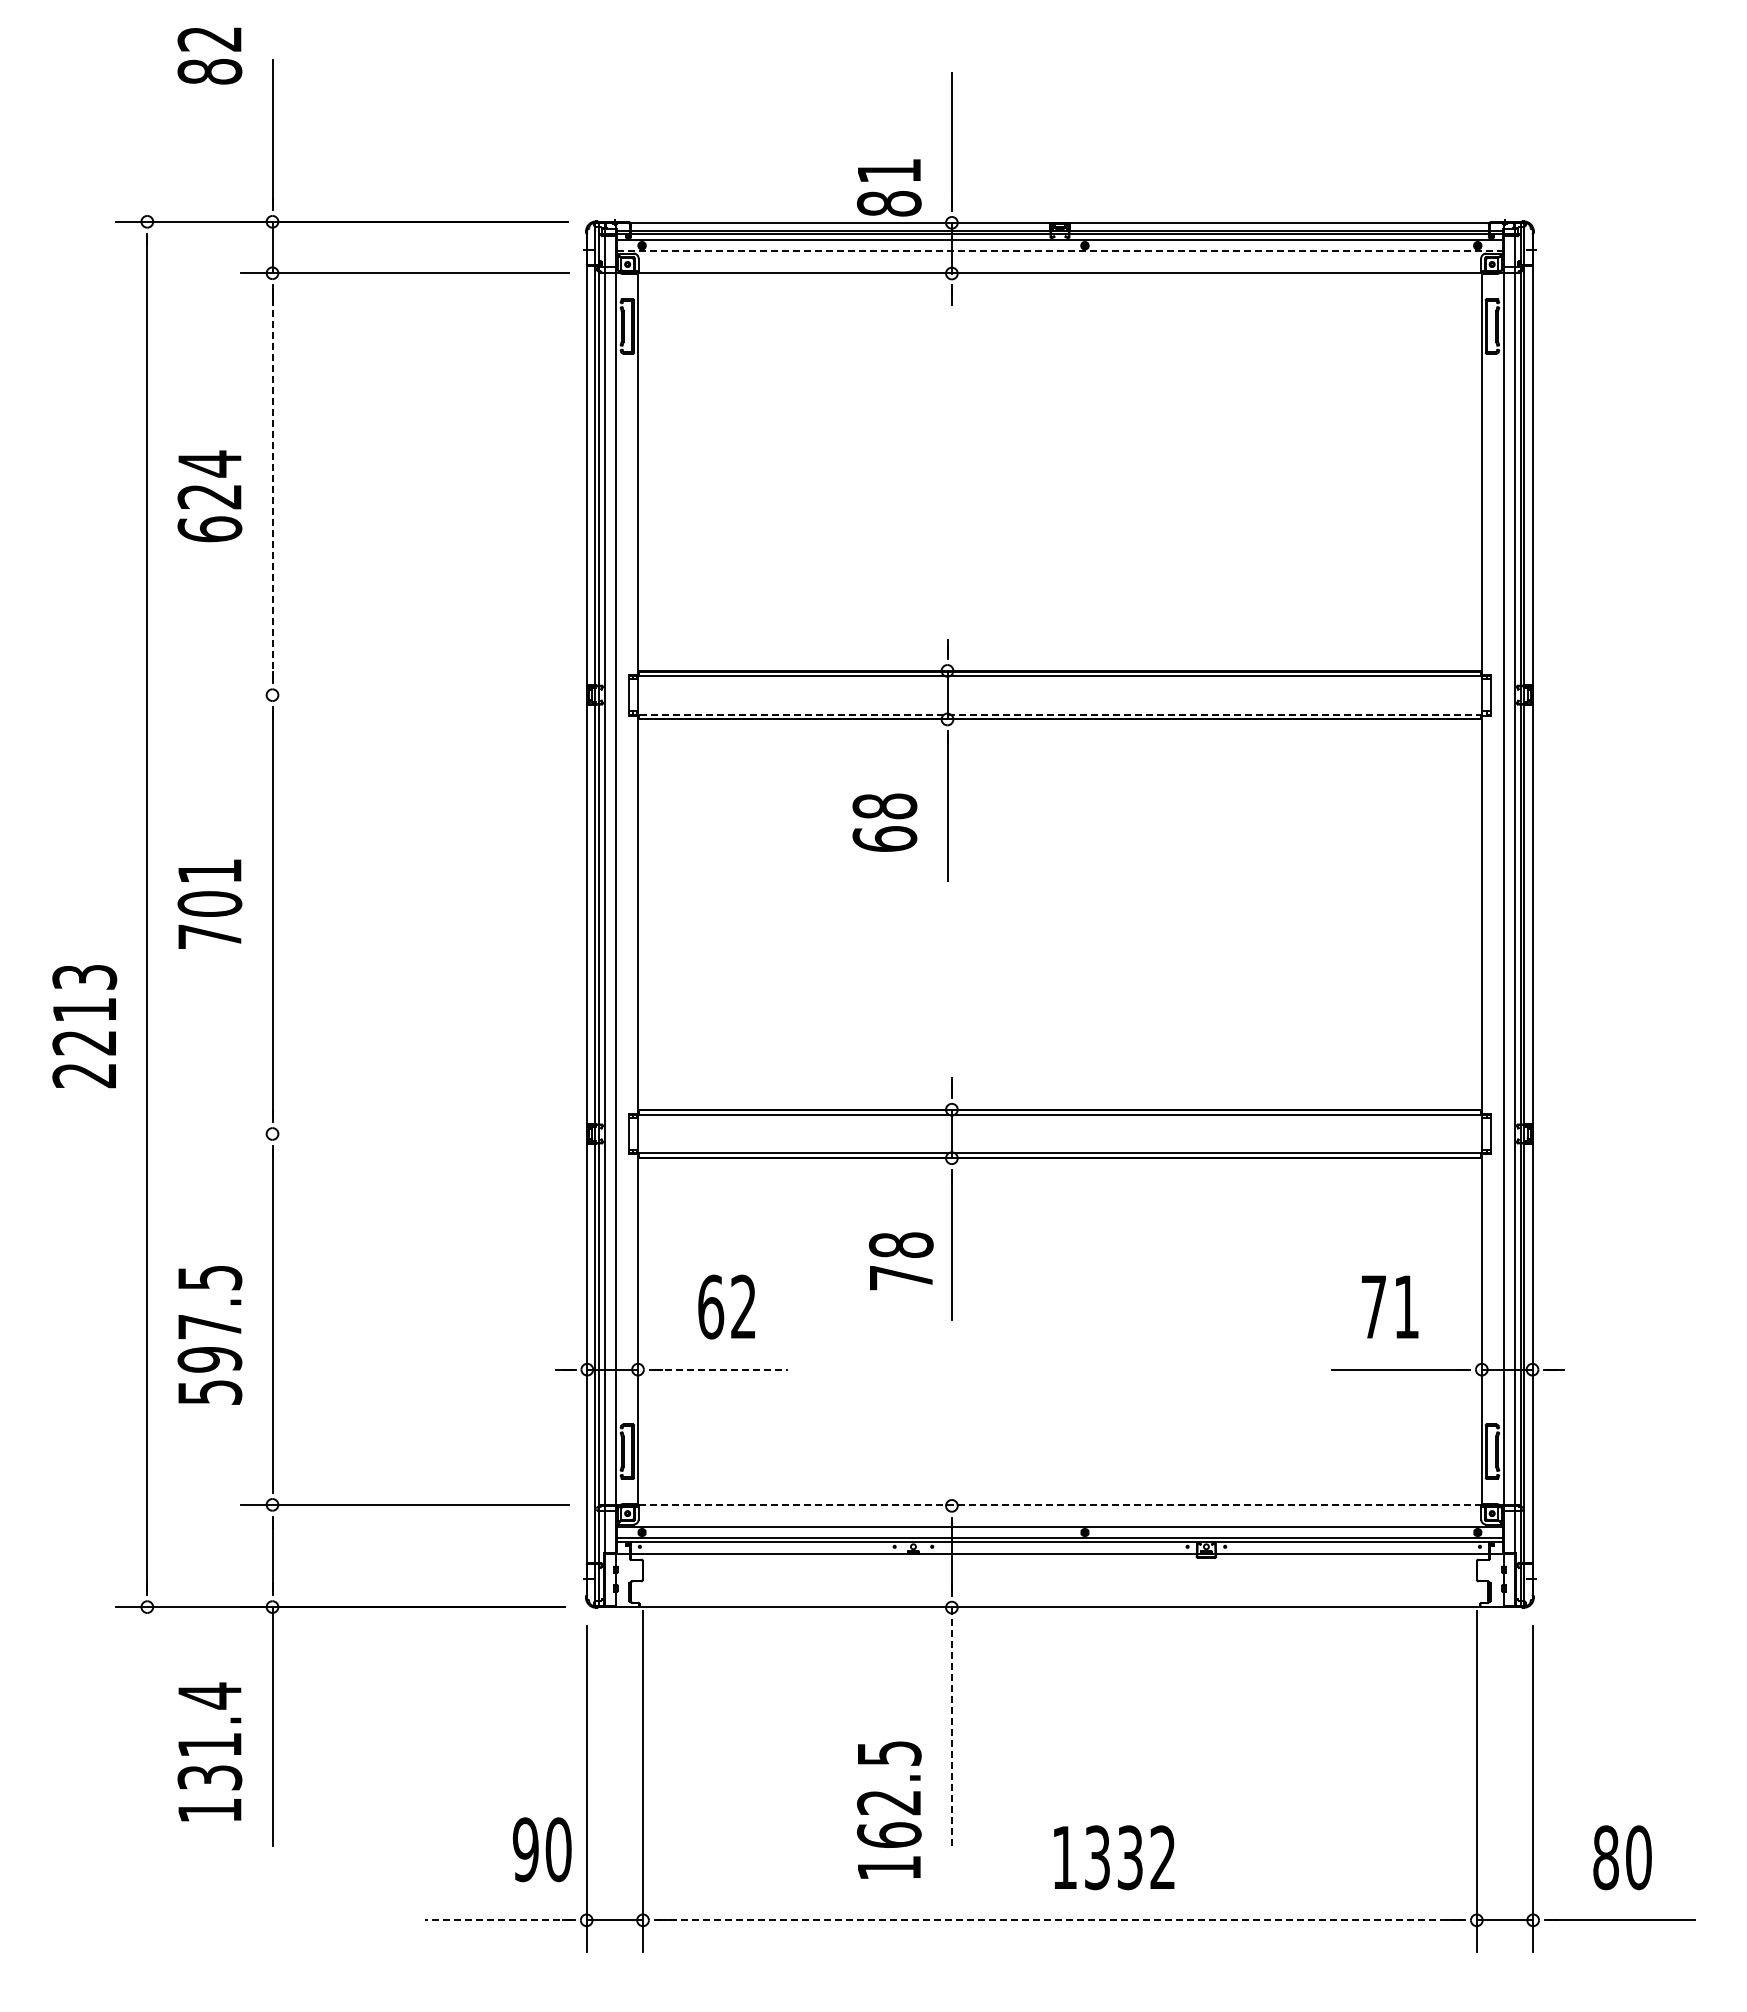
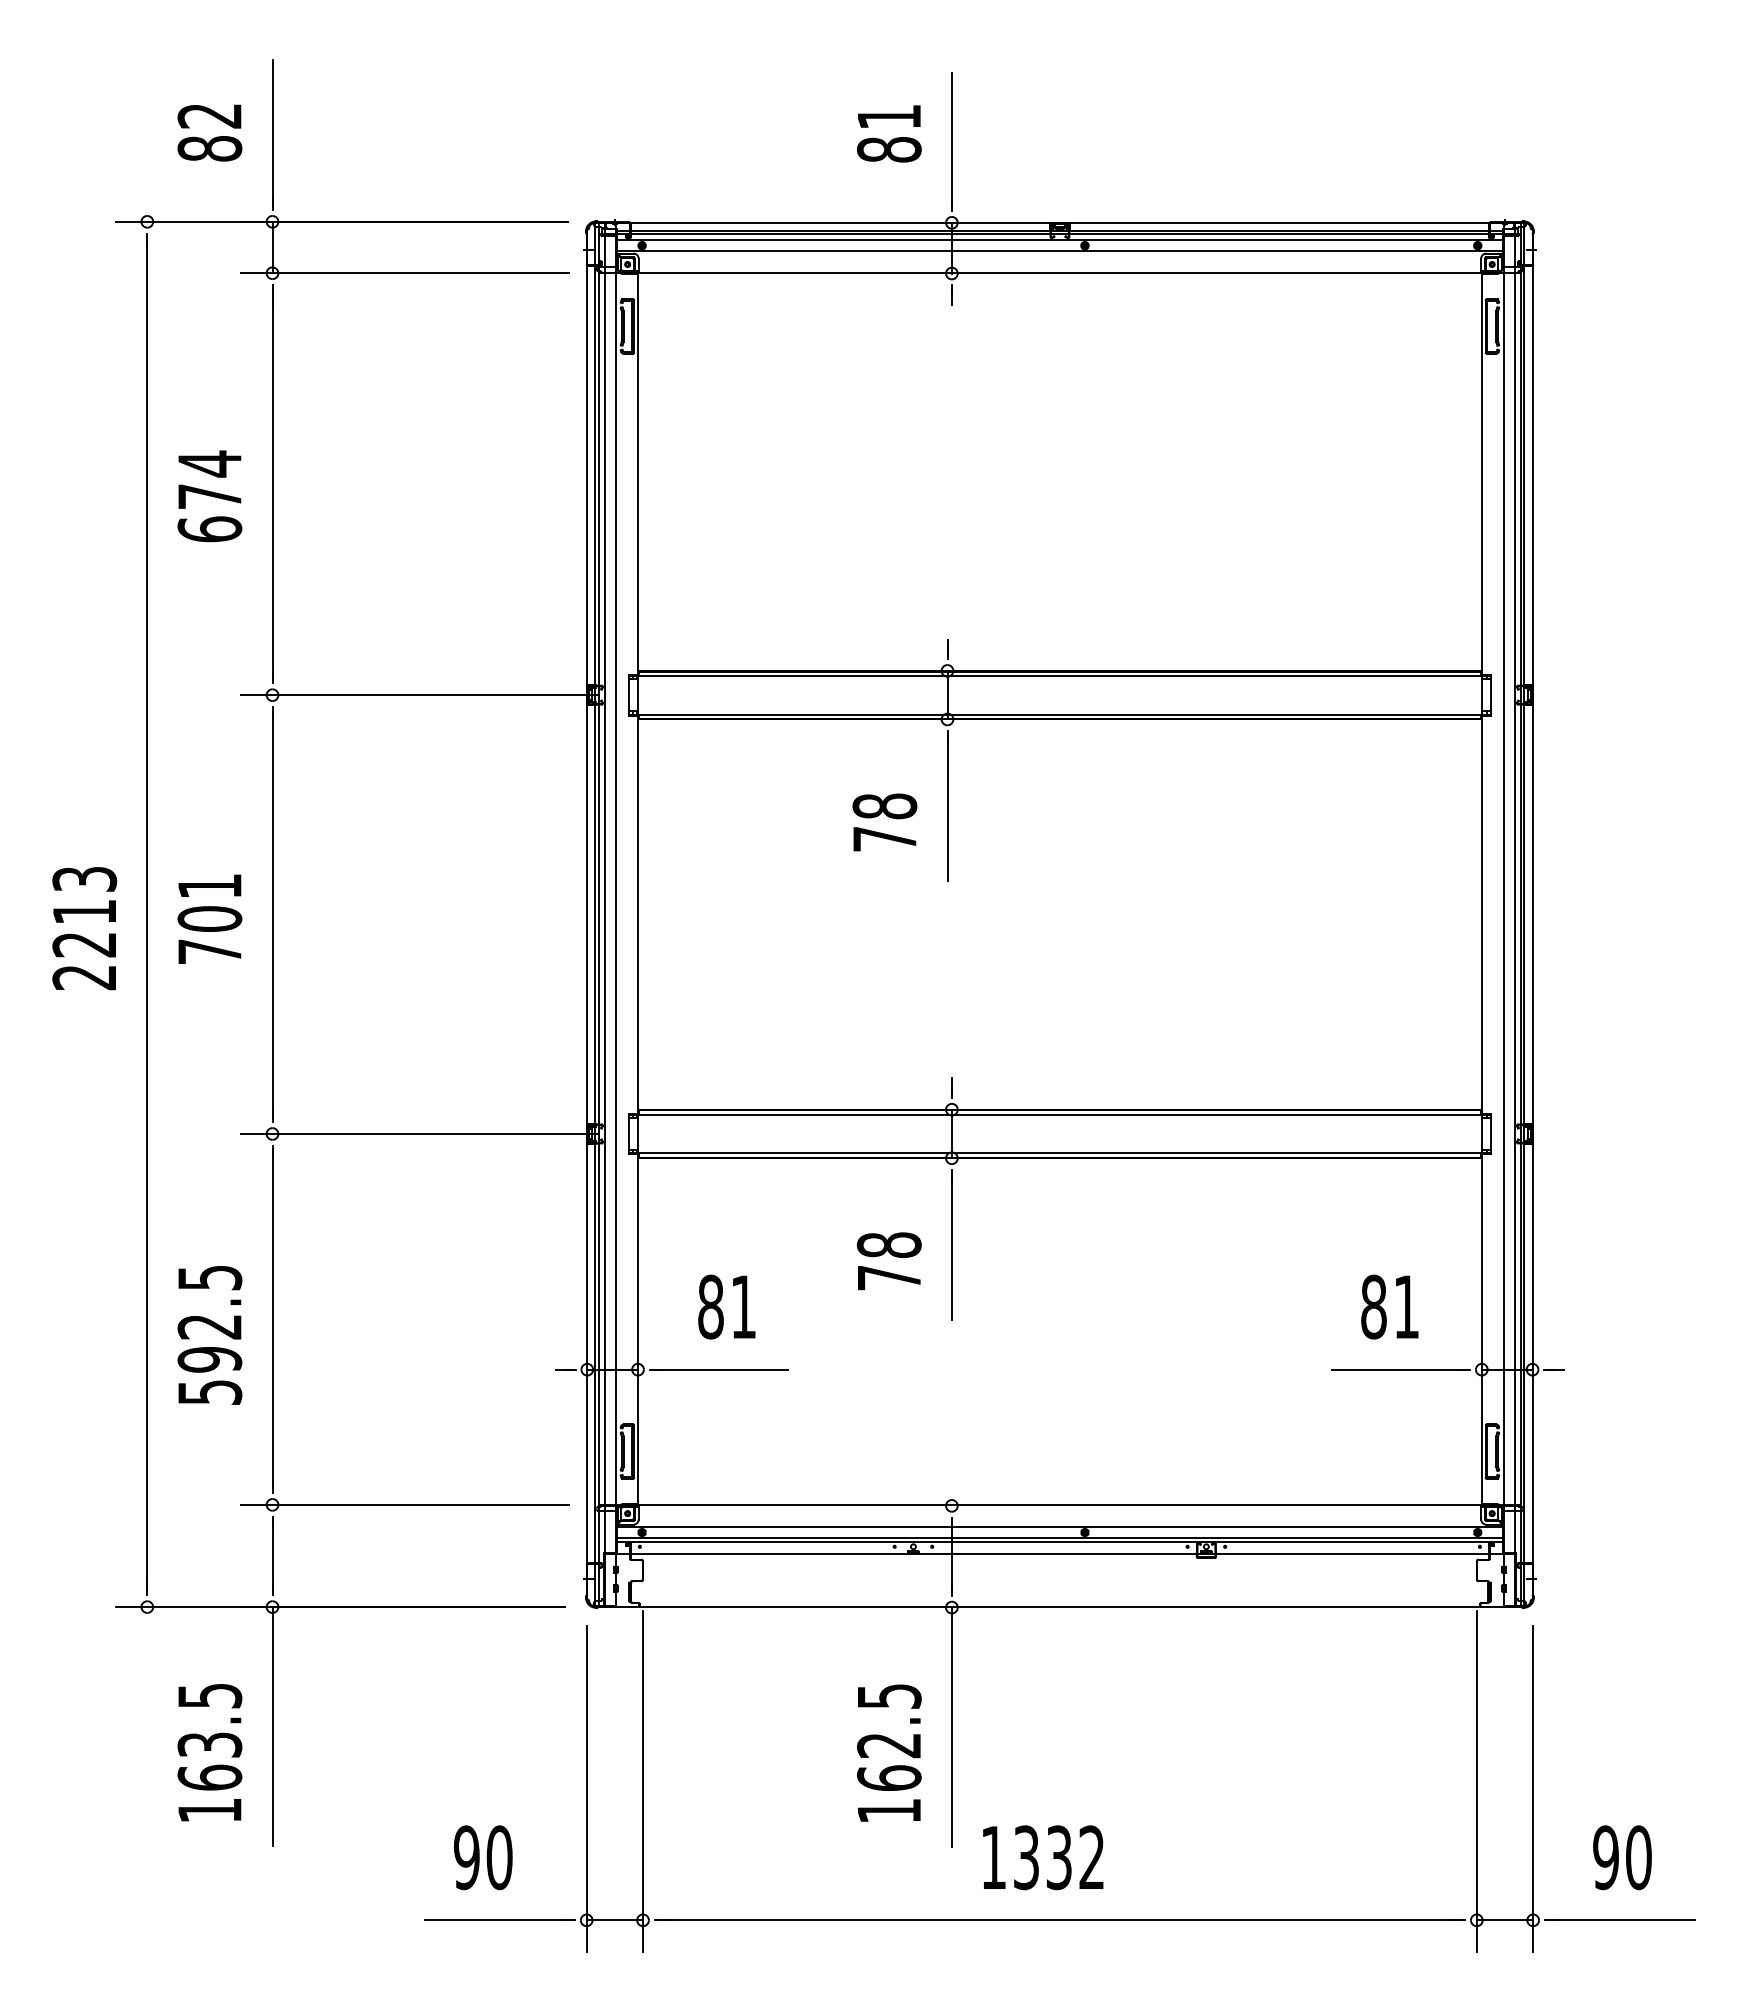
text at (209, 55) position: (209, 55) -> (209, 132)
text at (889, 187) position: (889, 187) -> (889, 133)
line at (1060, 251): dashed -> solid
line at (272, 483): dashed -> solid
text at (209, 496): 624 -> 674
line at (419, 695): none -> present
line at (1059, 714): dashed -> solid
text at (884, 838): 68 -> 78
text at (209, 903) position: (209, 903) -> (209, 918)
text at (84, 1026) position: (84, 1026) -> (84, 928)
line at (419, 1133): none -> present
text at (901, 1261) position: (901, 1261) -> (889, 1261)
text at (726, 1306): 62 -> 81
text at (1373, 1306): 71 -> 81
text at (209, 1327): 597.5 -> 592.5
line at (720, 1369): dashed -> solid
line at (1059, 1504): dashed -> solid
line at (951, 1727): dashed -> solid
text at (209, 1736): 131.4 -> 163.5
text at (889, 1809) position: (889, 1809) -> (889, 1752)
text at (541, 1849) position: (541, 1849) -> (482, 1857)
text at (1114, 1857) position: (1114, 1857) -> (1043, 1857)
text at (1605, 1857): 80 -> 90
line at (498, 1920): dashed -> solid
line at (1060, 1920): dashed -> solid
